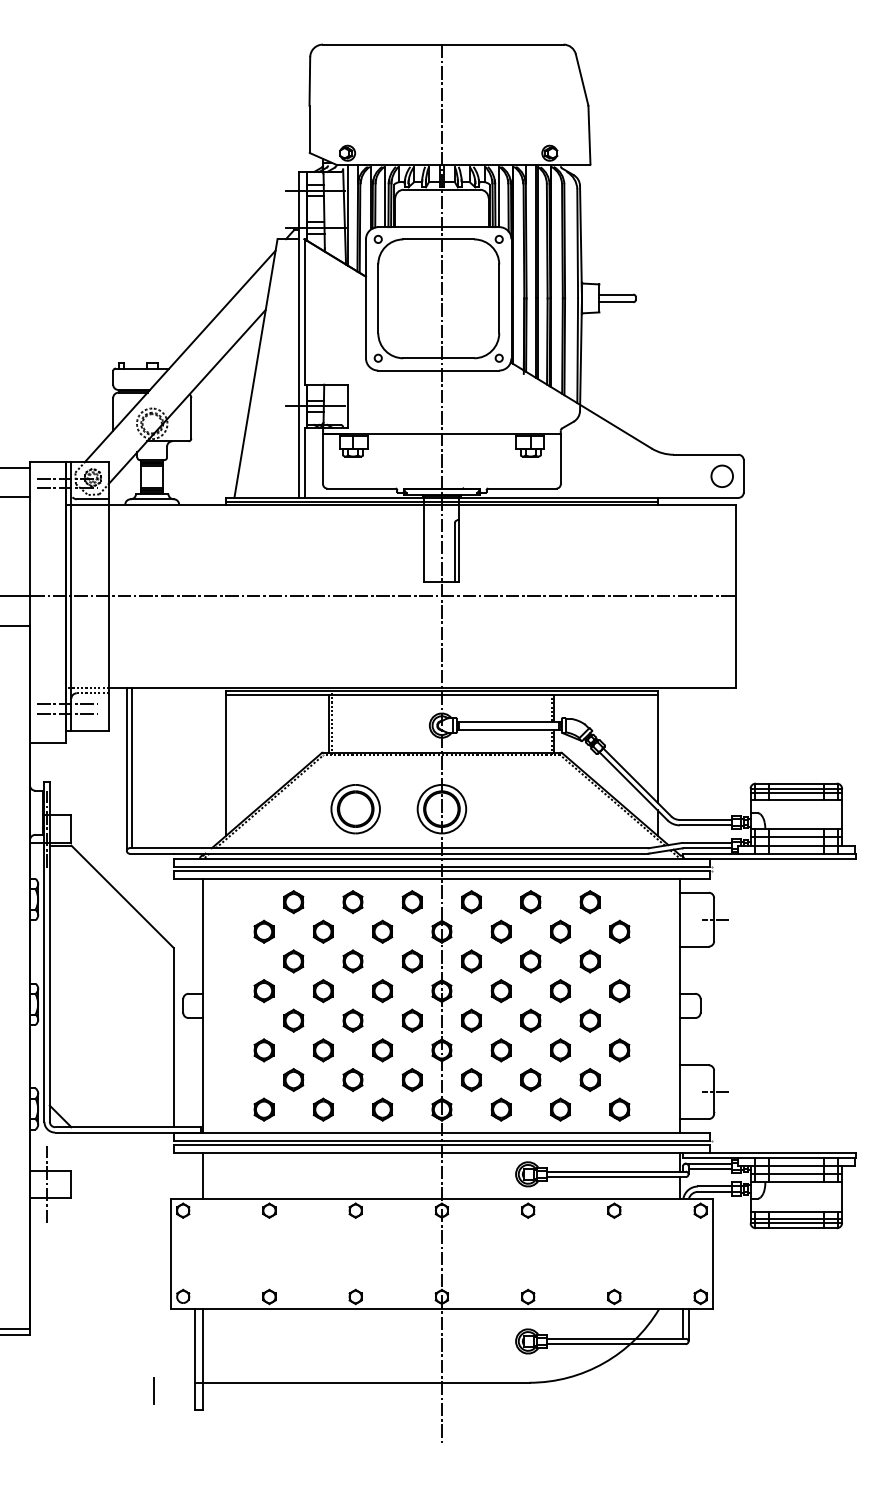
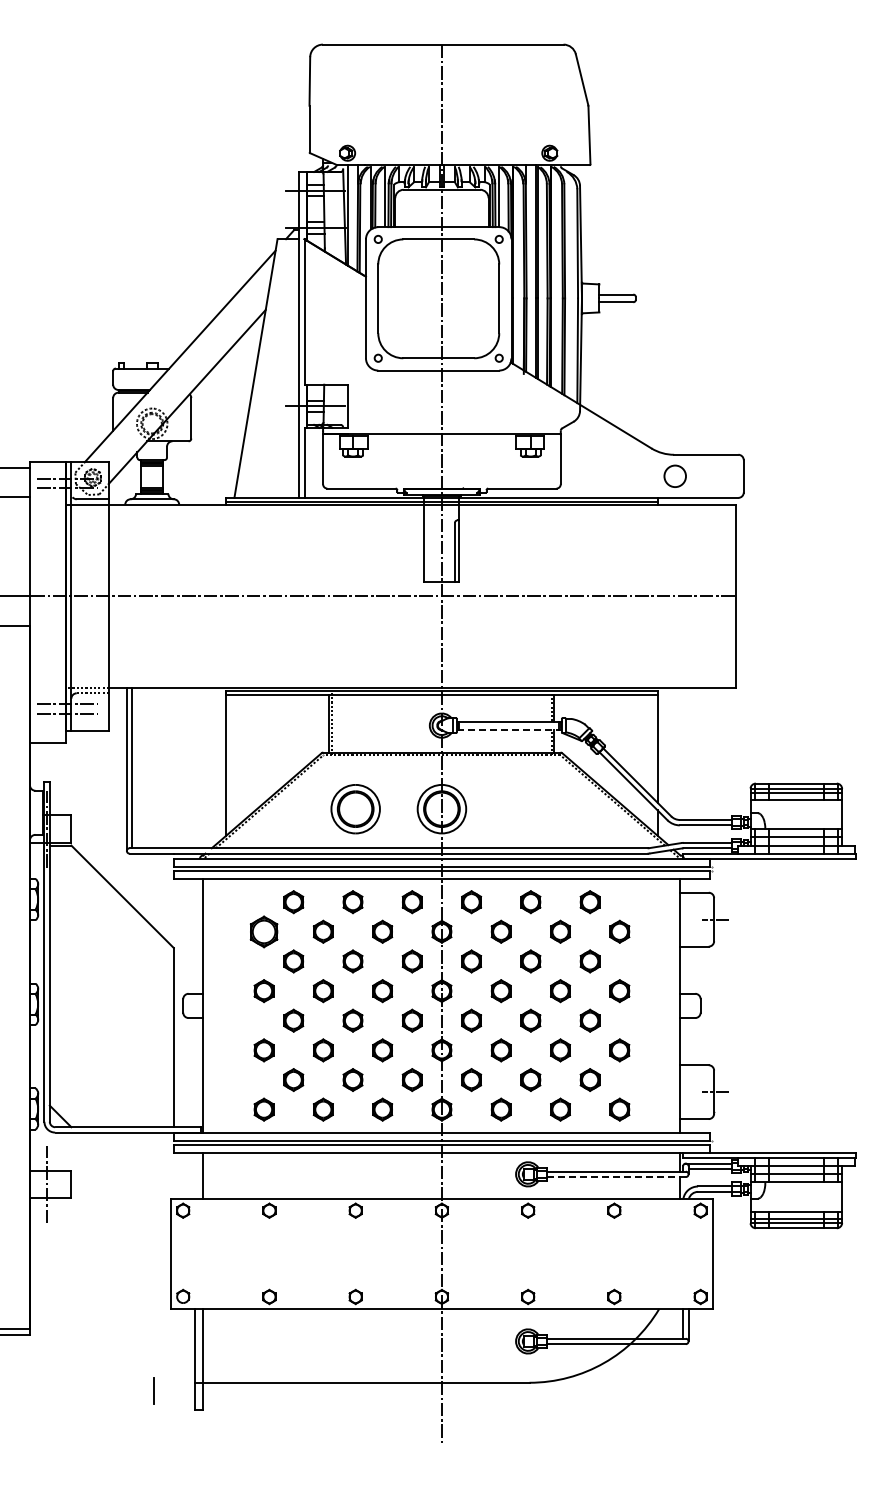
circle at (721, 475) position: (721, 475) -> (674, 475)
line at (509, 729): solid -> dashed
part at (263, 931) size: 22x25 px -> 30x34 px
line at (616, 1177): solid -> dashed
